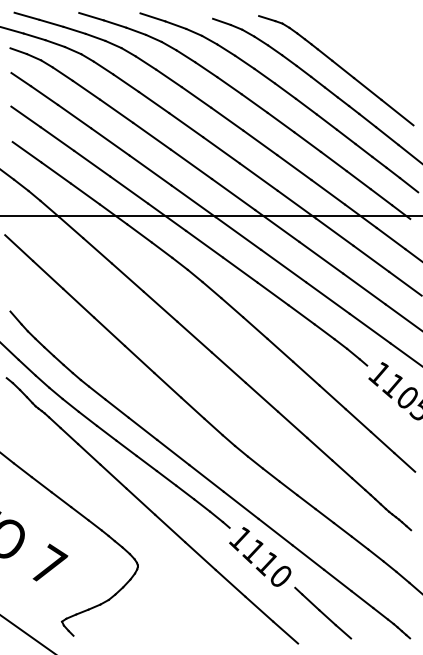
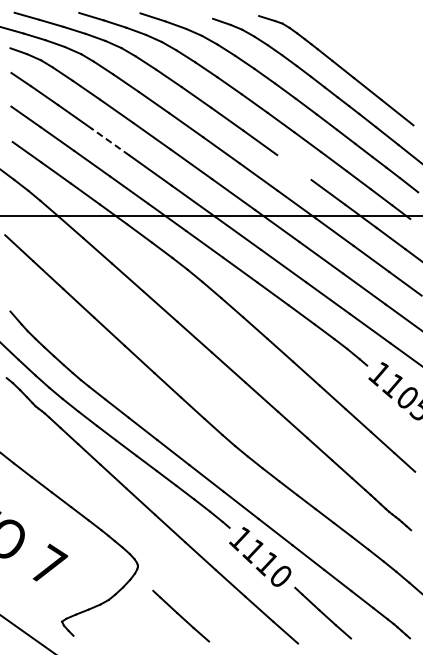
line at (110, 141): solid -> dashed
line at (294, 167): present -> none
line at (181, 615): none -> present
